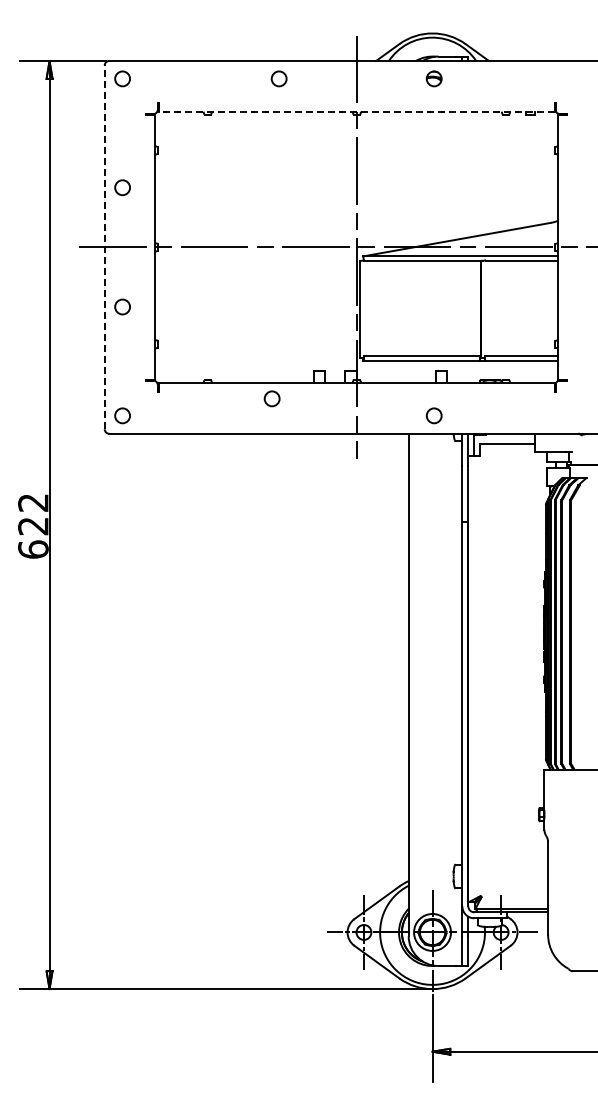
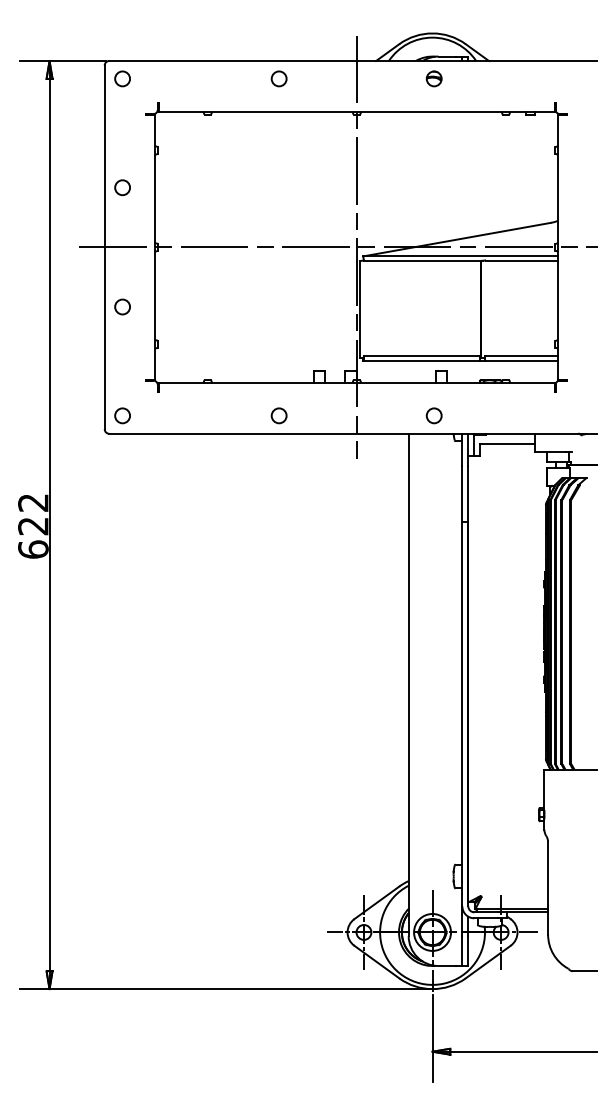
line at (356, 111): dashed -> solid
line at (104, 247): dashed -> solid
circle at (271, 398) position: (271, 398) -> (278, 415)
